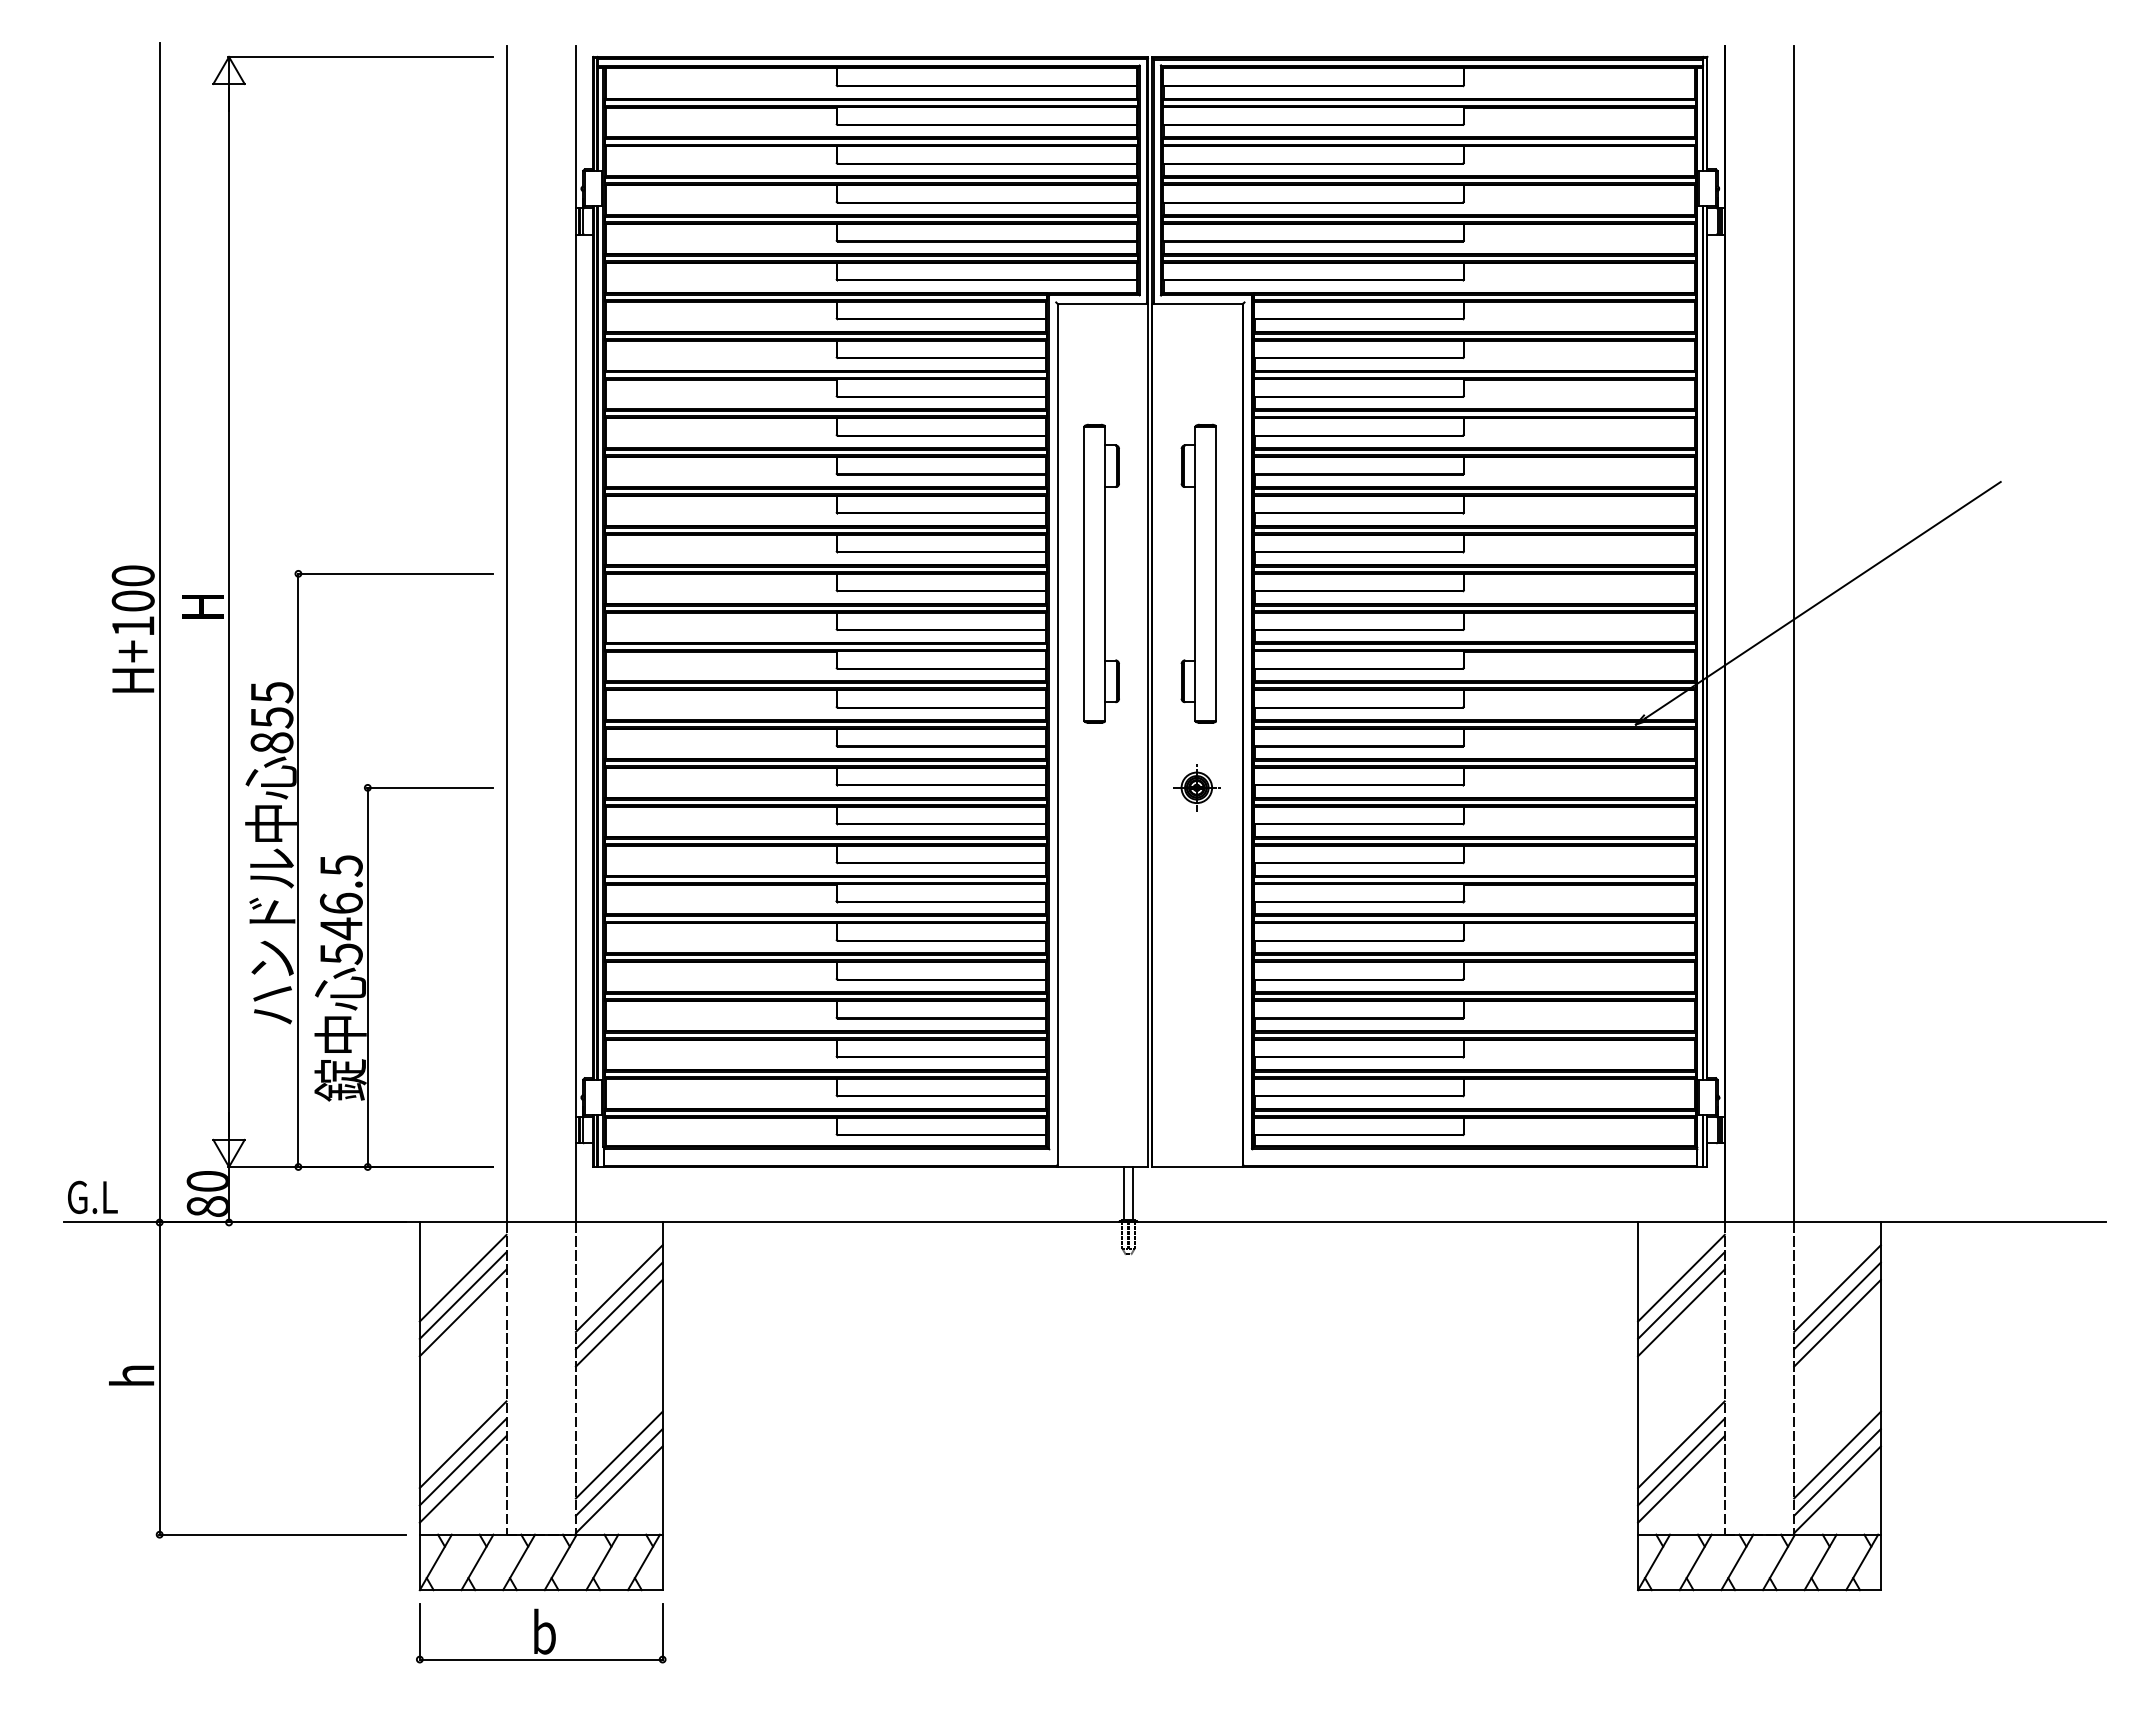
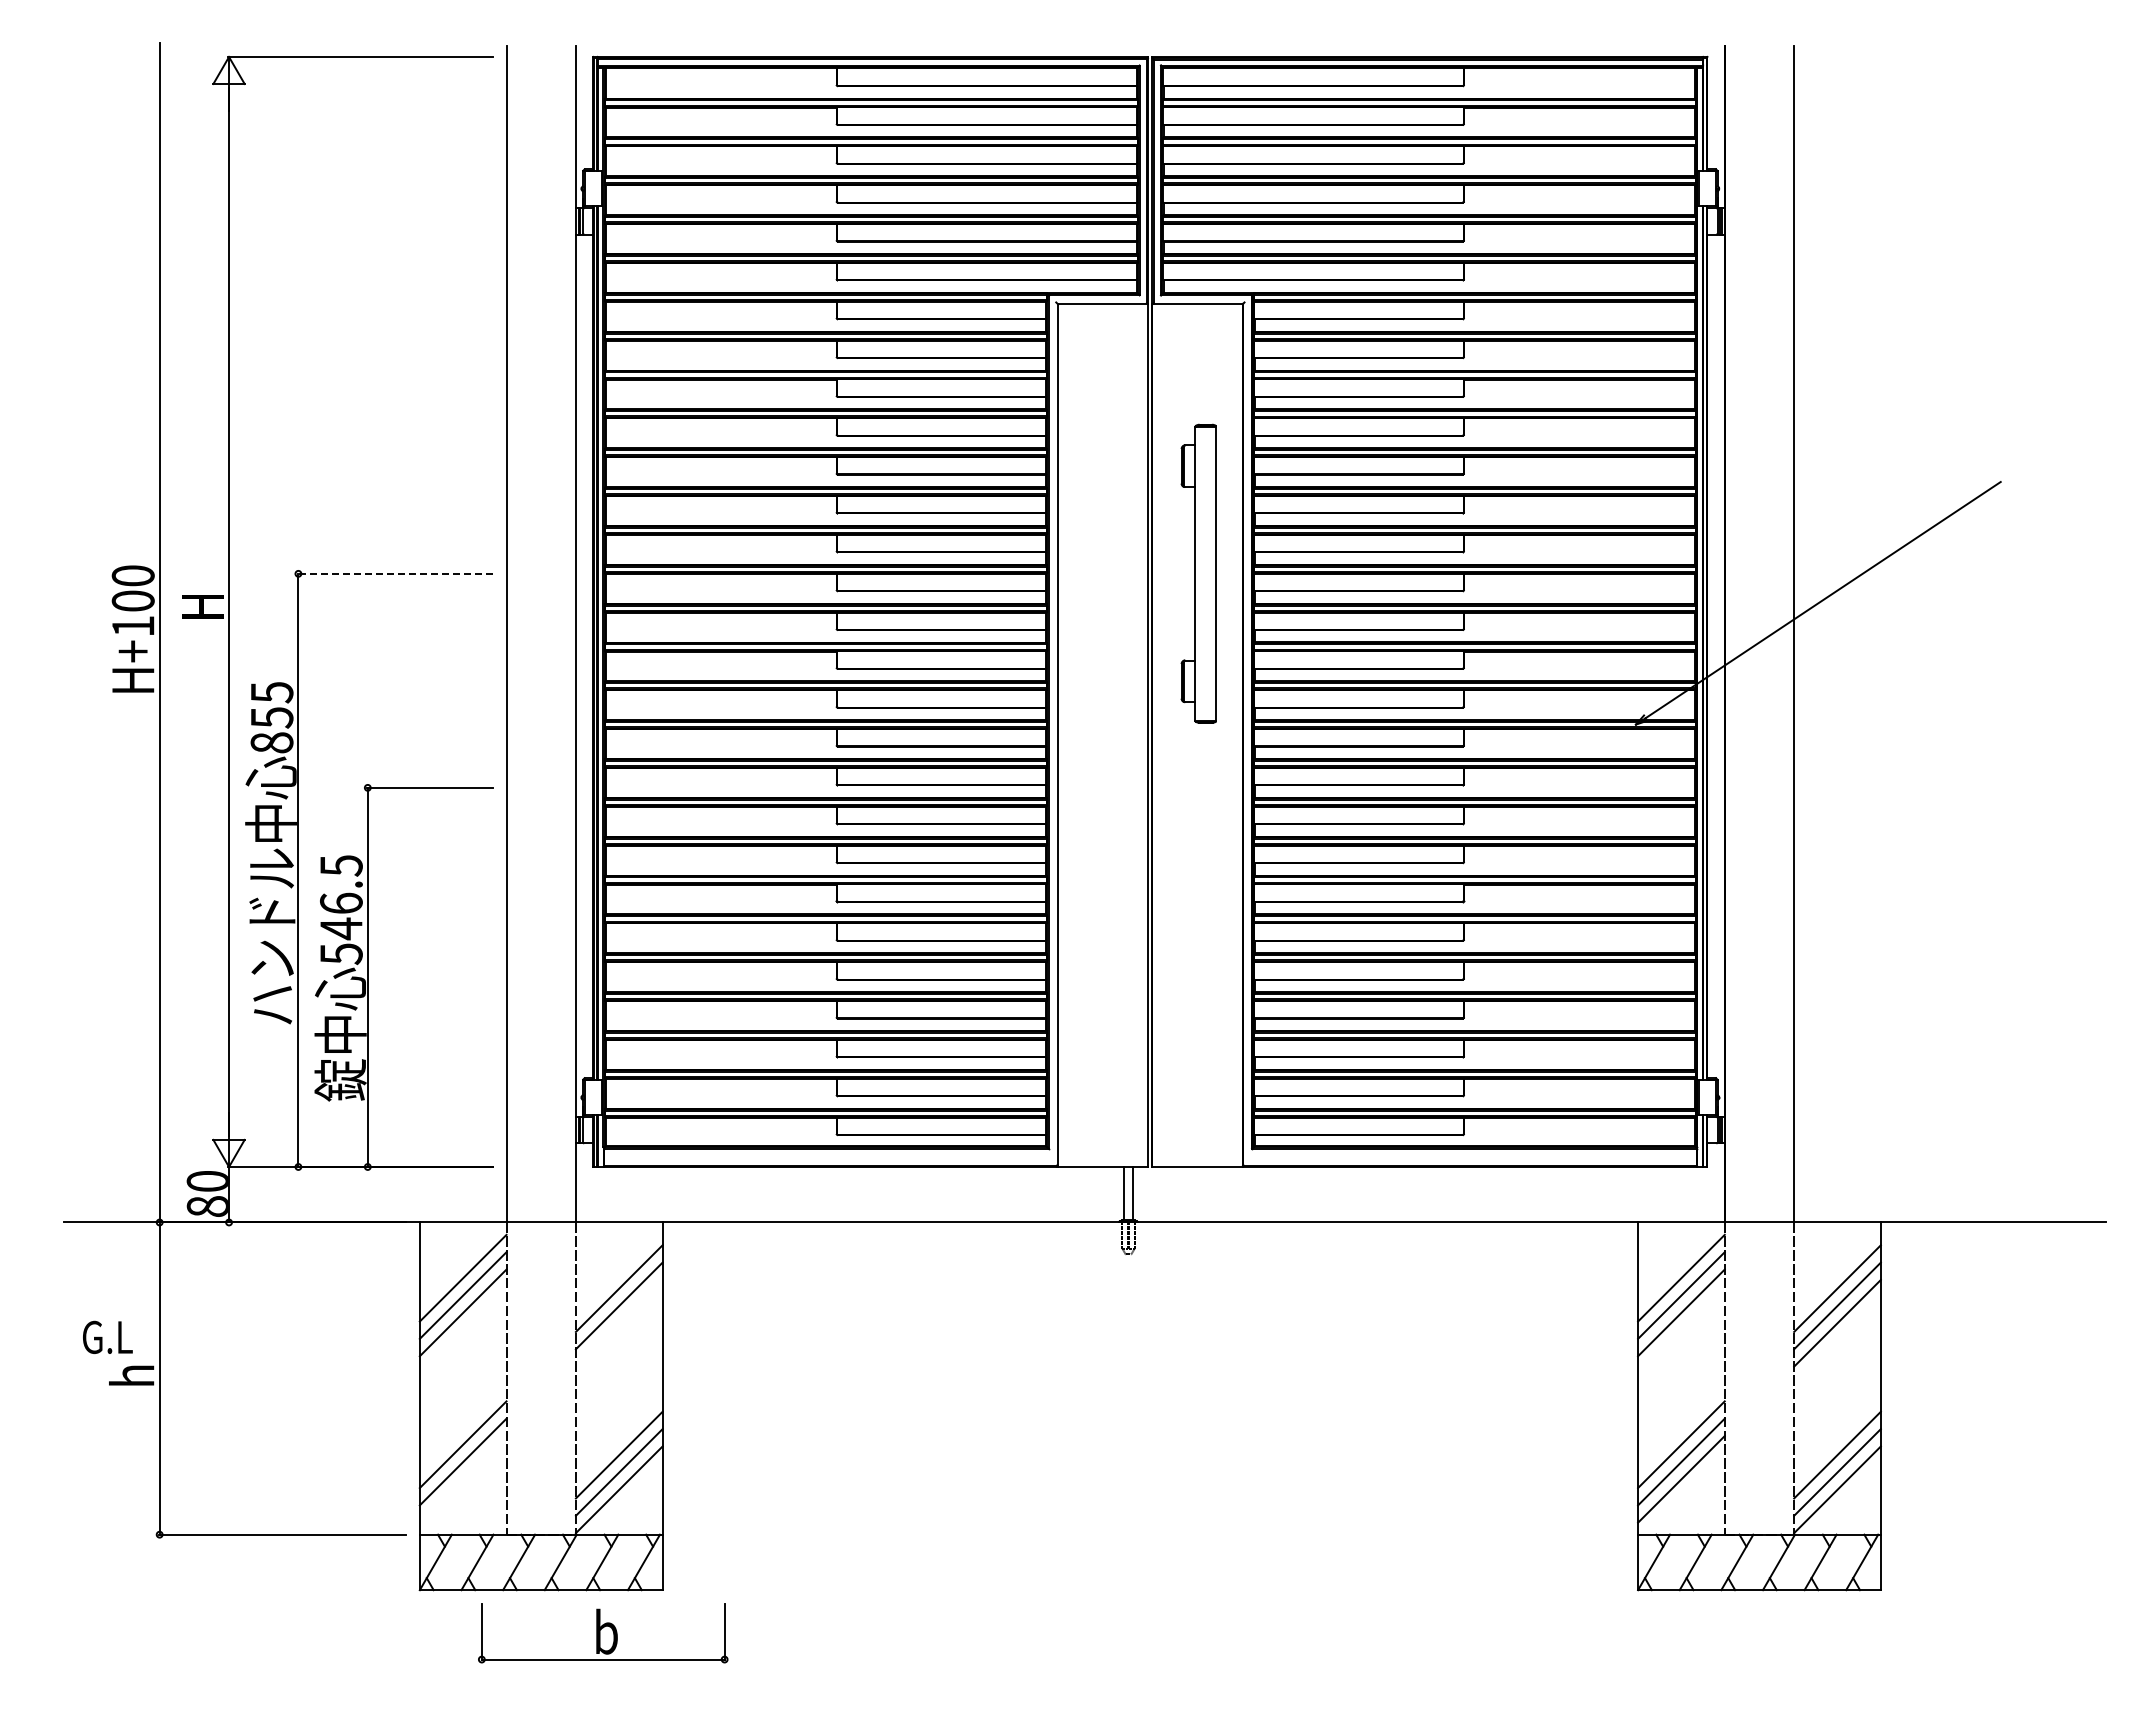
line at (394, 573): solid -> dashed
part at (1101, 573): present -> none
part at (1196, 787): present -> none
text at (92, 1196) position: (92, 1196) -> (107, 1336)
line at (618, 1322): present -> none
line at (462, 1479): present -> none
part at (541, 1633) position: (541, 1633) -> (603, 1633)
